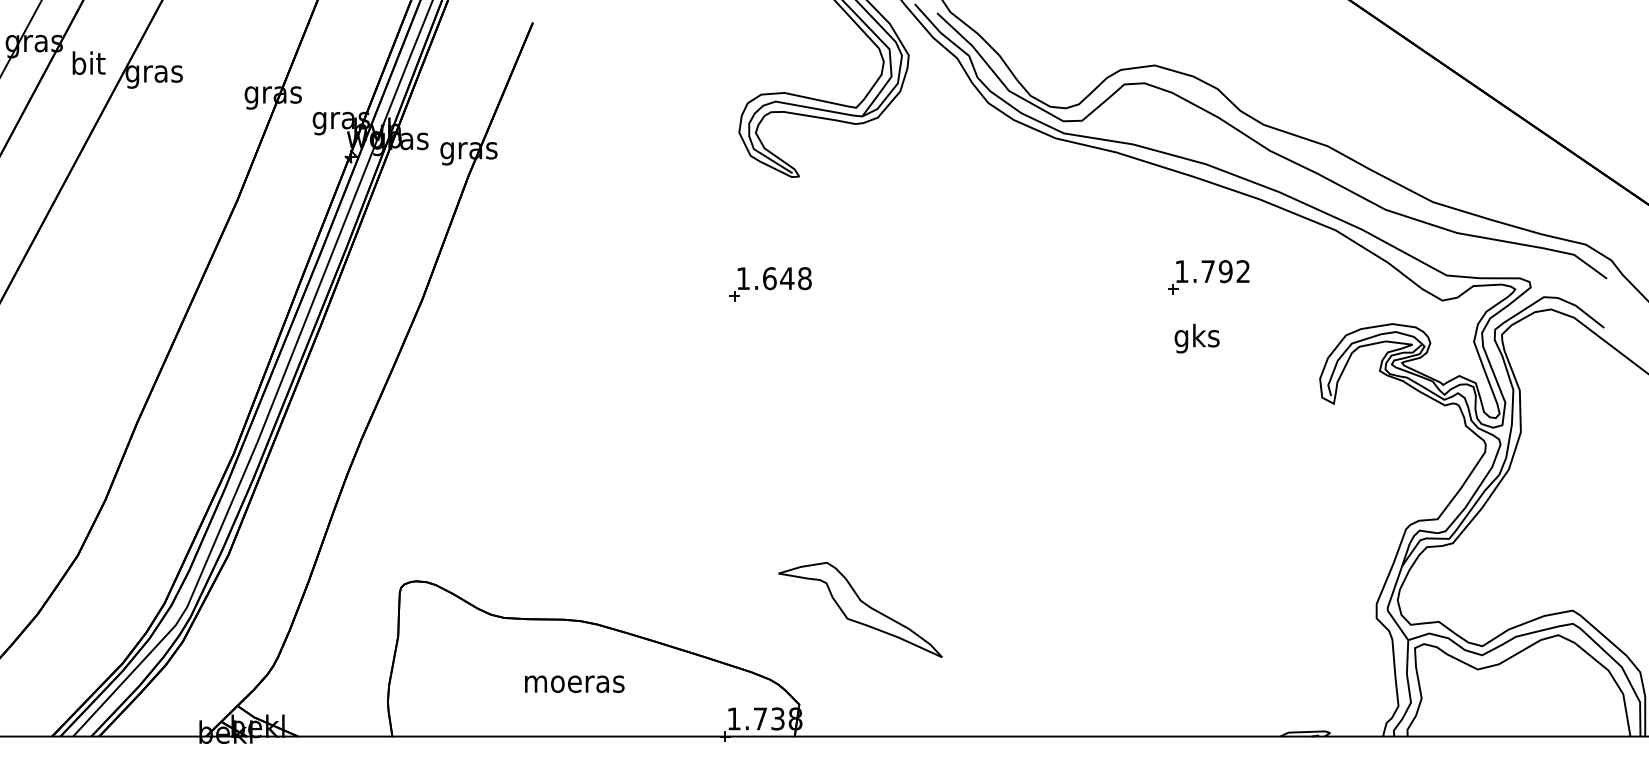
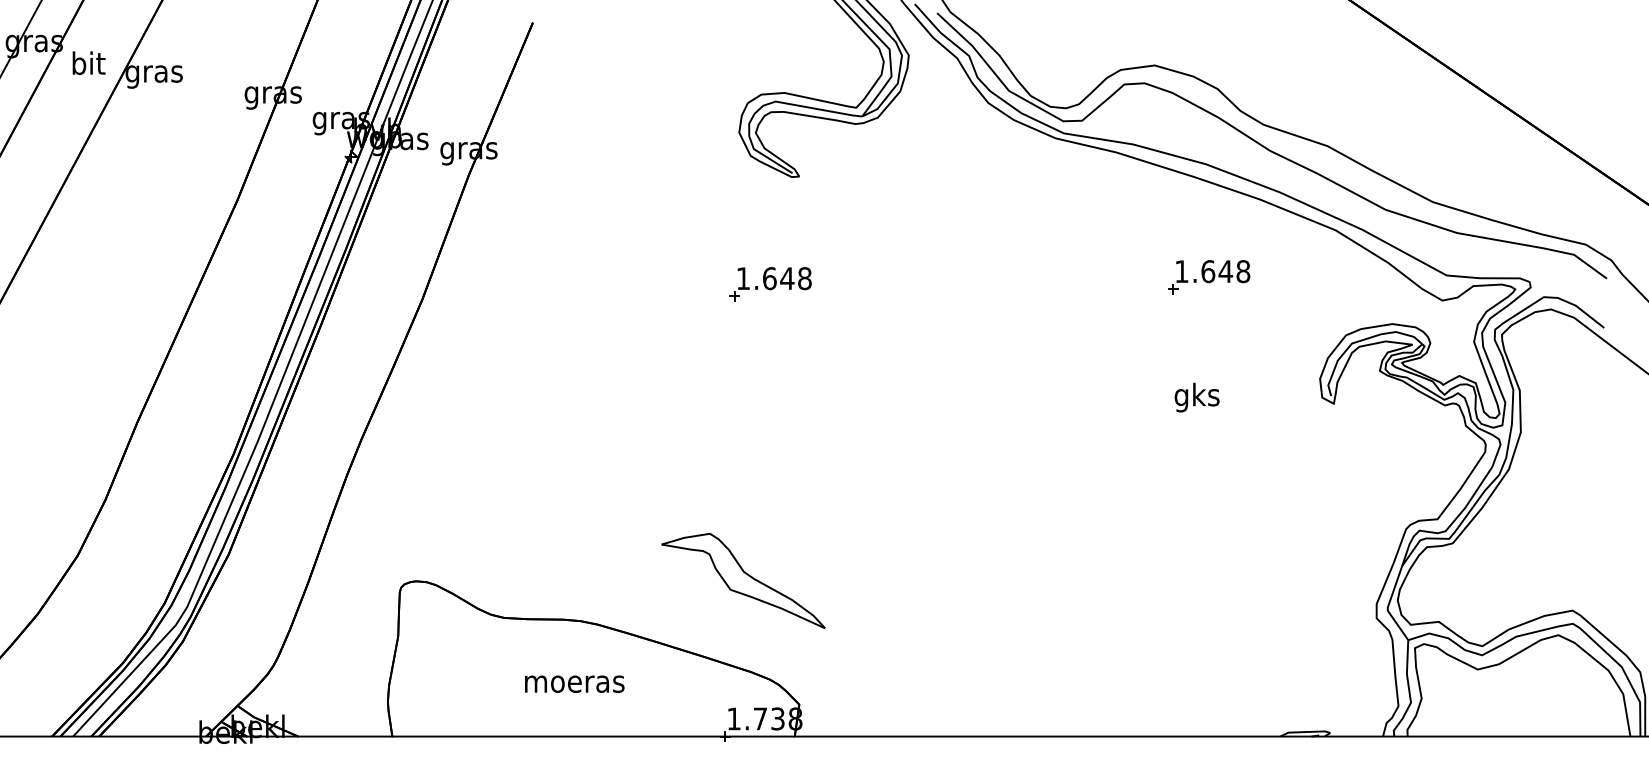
text at (1225, 271): 1.792 -> 1.648
text at (1196, 338) position: (1196, 338) -> (1196, 397)
part at (860, 609) position: (860, 609) -> (743, 580)
